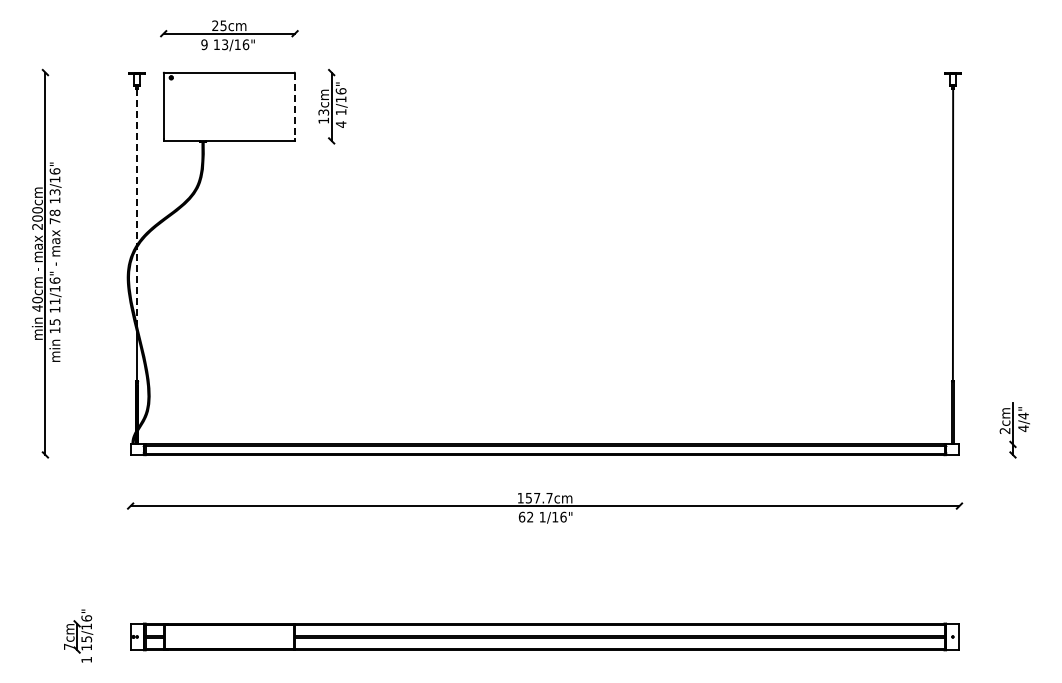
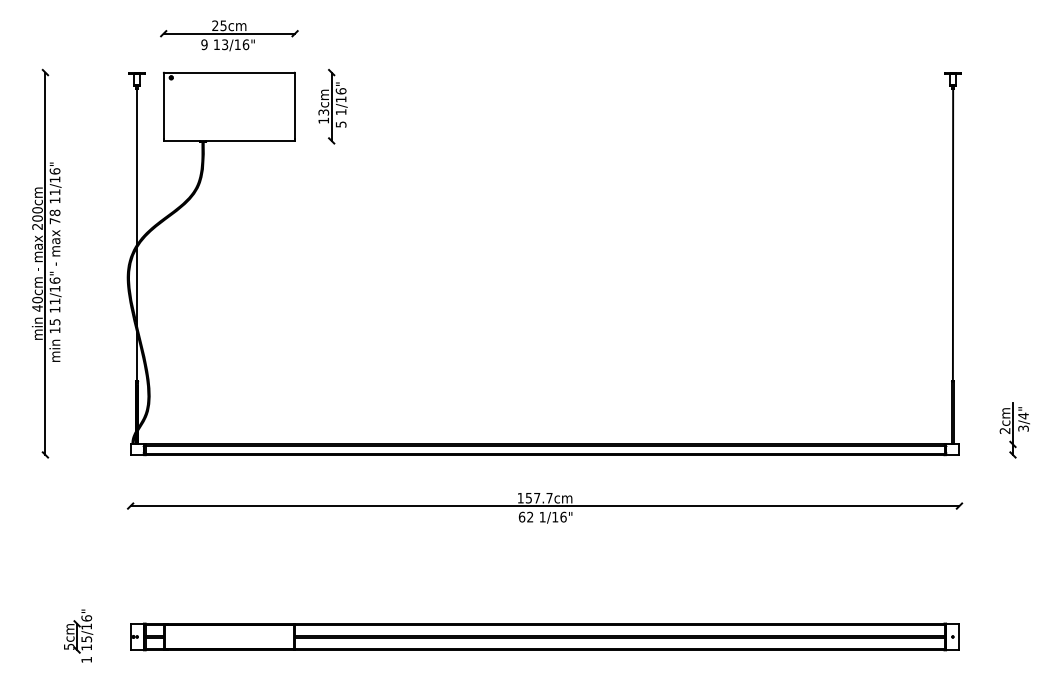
line at (295, 106): dashed -> solid
text at (340, 124): 4 -> 5
text at (54, 192): 13/16" -> 11/16"
line at (137, 207): dashed -> solid
text at (1023, 428): 4/4" -> 3/4"
text at (69, 646): 7cm -> 5cm
